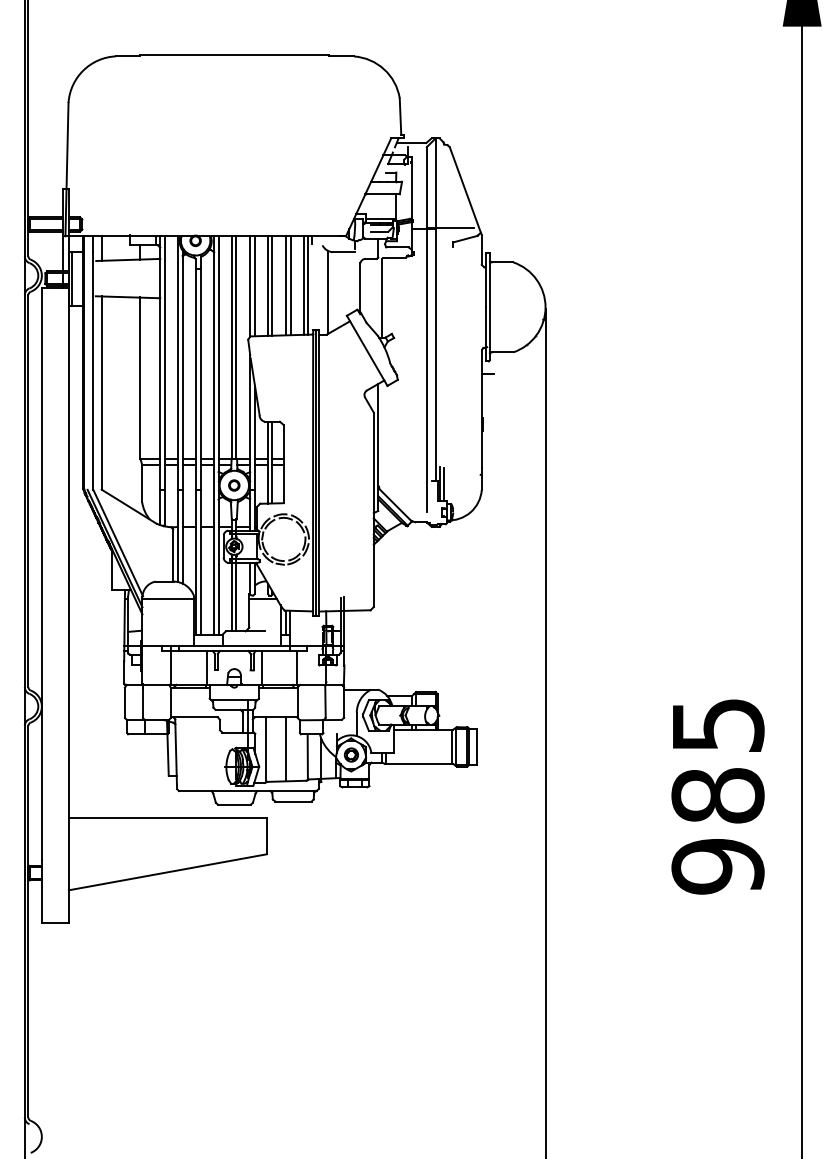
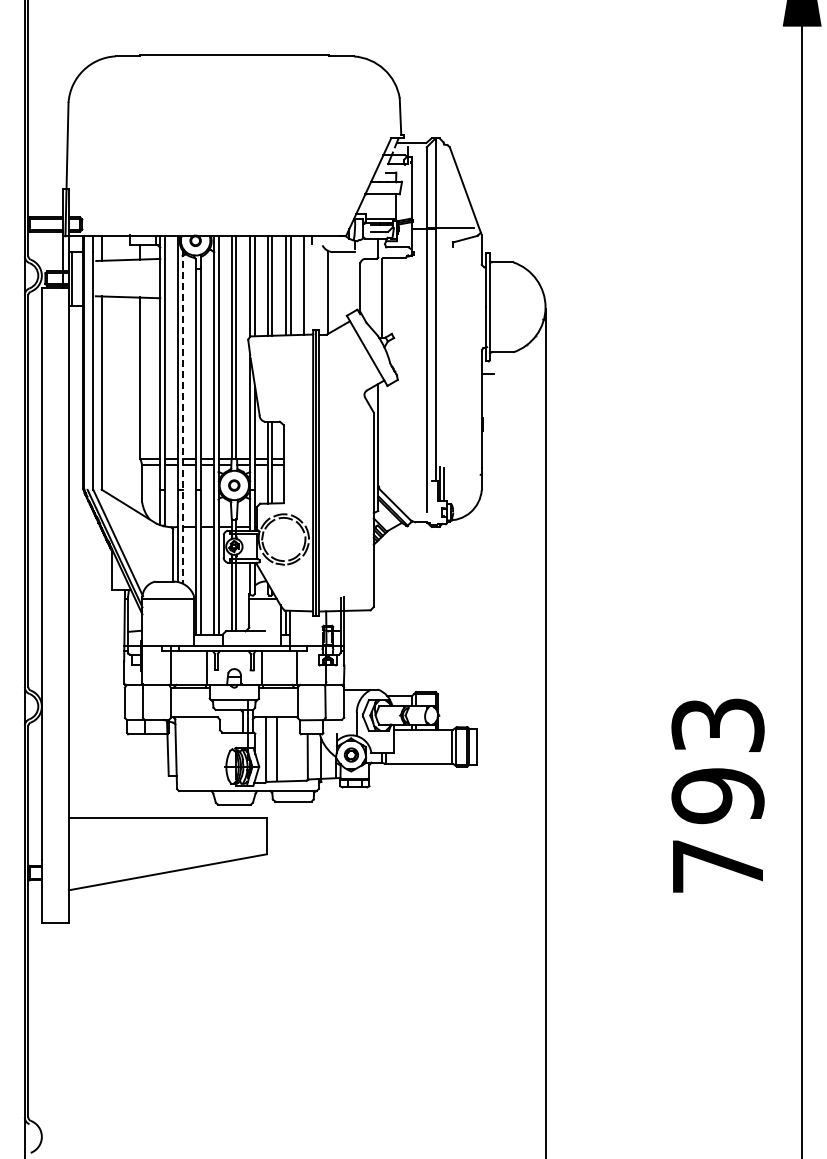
line at (308, 285): present -> none
line at (182, 417): solid -> dashed
line at (285, 749) position: (285, 749) -> (276, 749)
text at (717, 796): 985 -> 793
